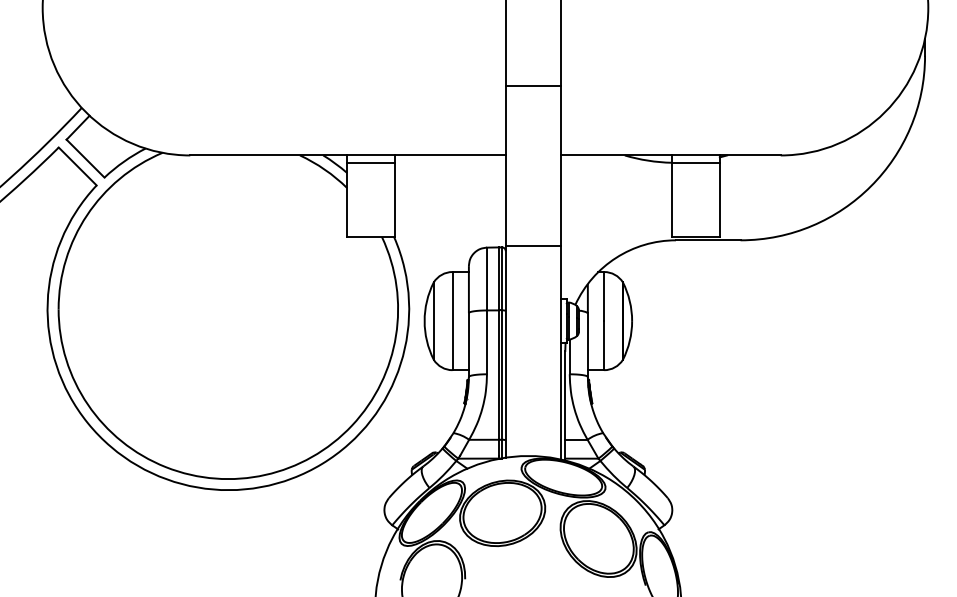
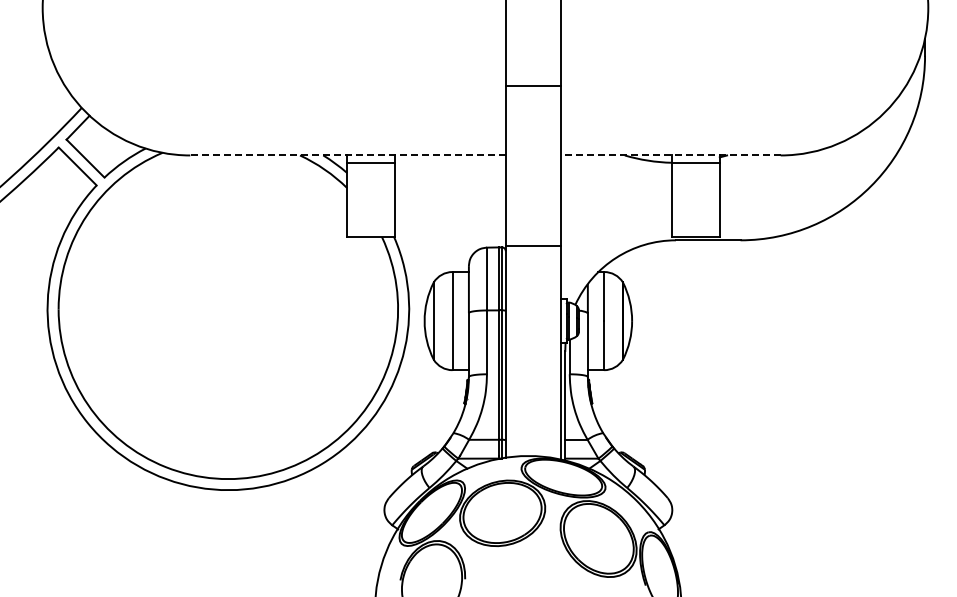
line at (348, 155): solid -> dashed
line at (670, 155): solid -> dashed
